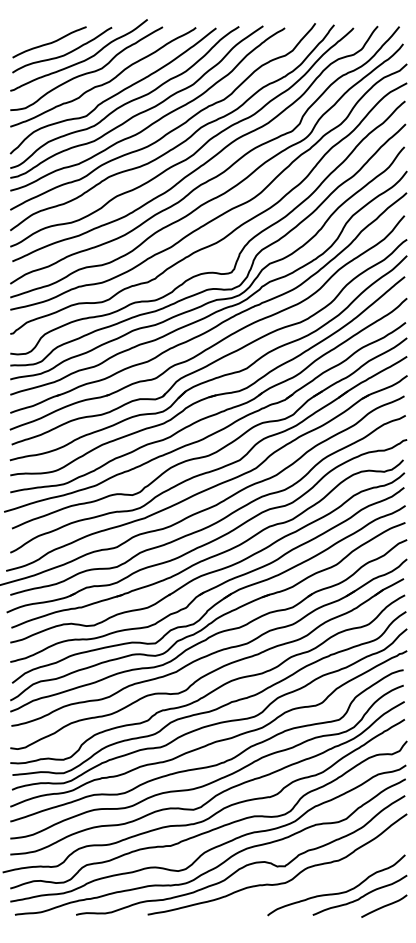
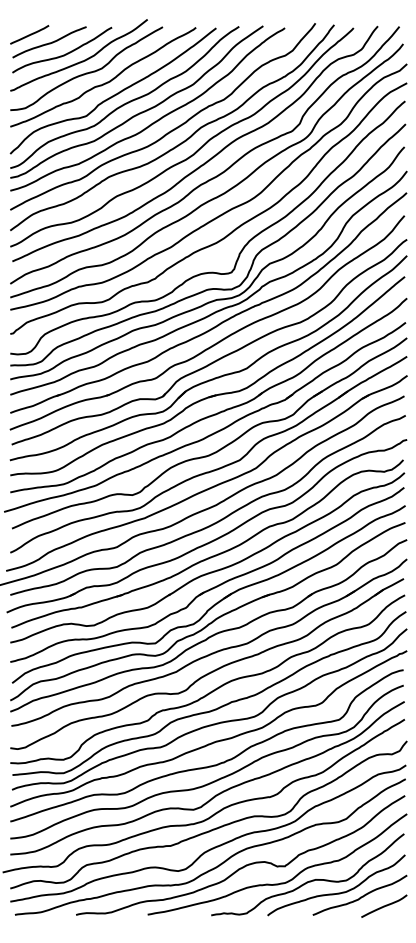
line at (29, 34): none -> present
curve at (309, 880): none -> present
